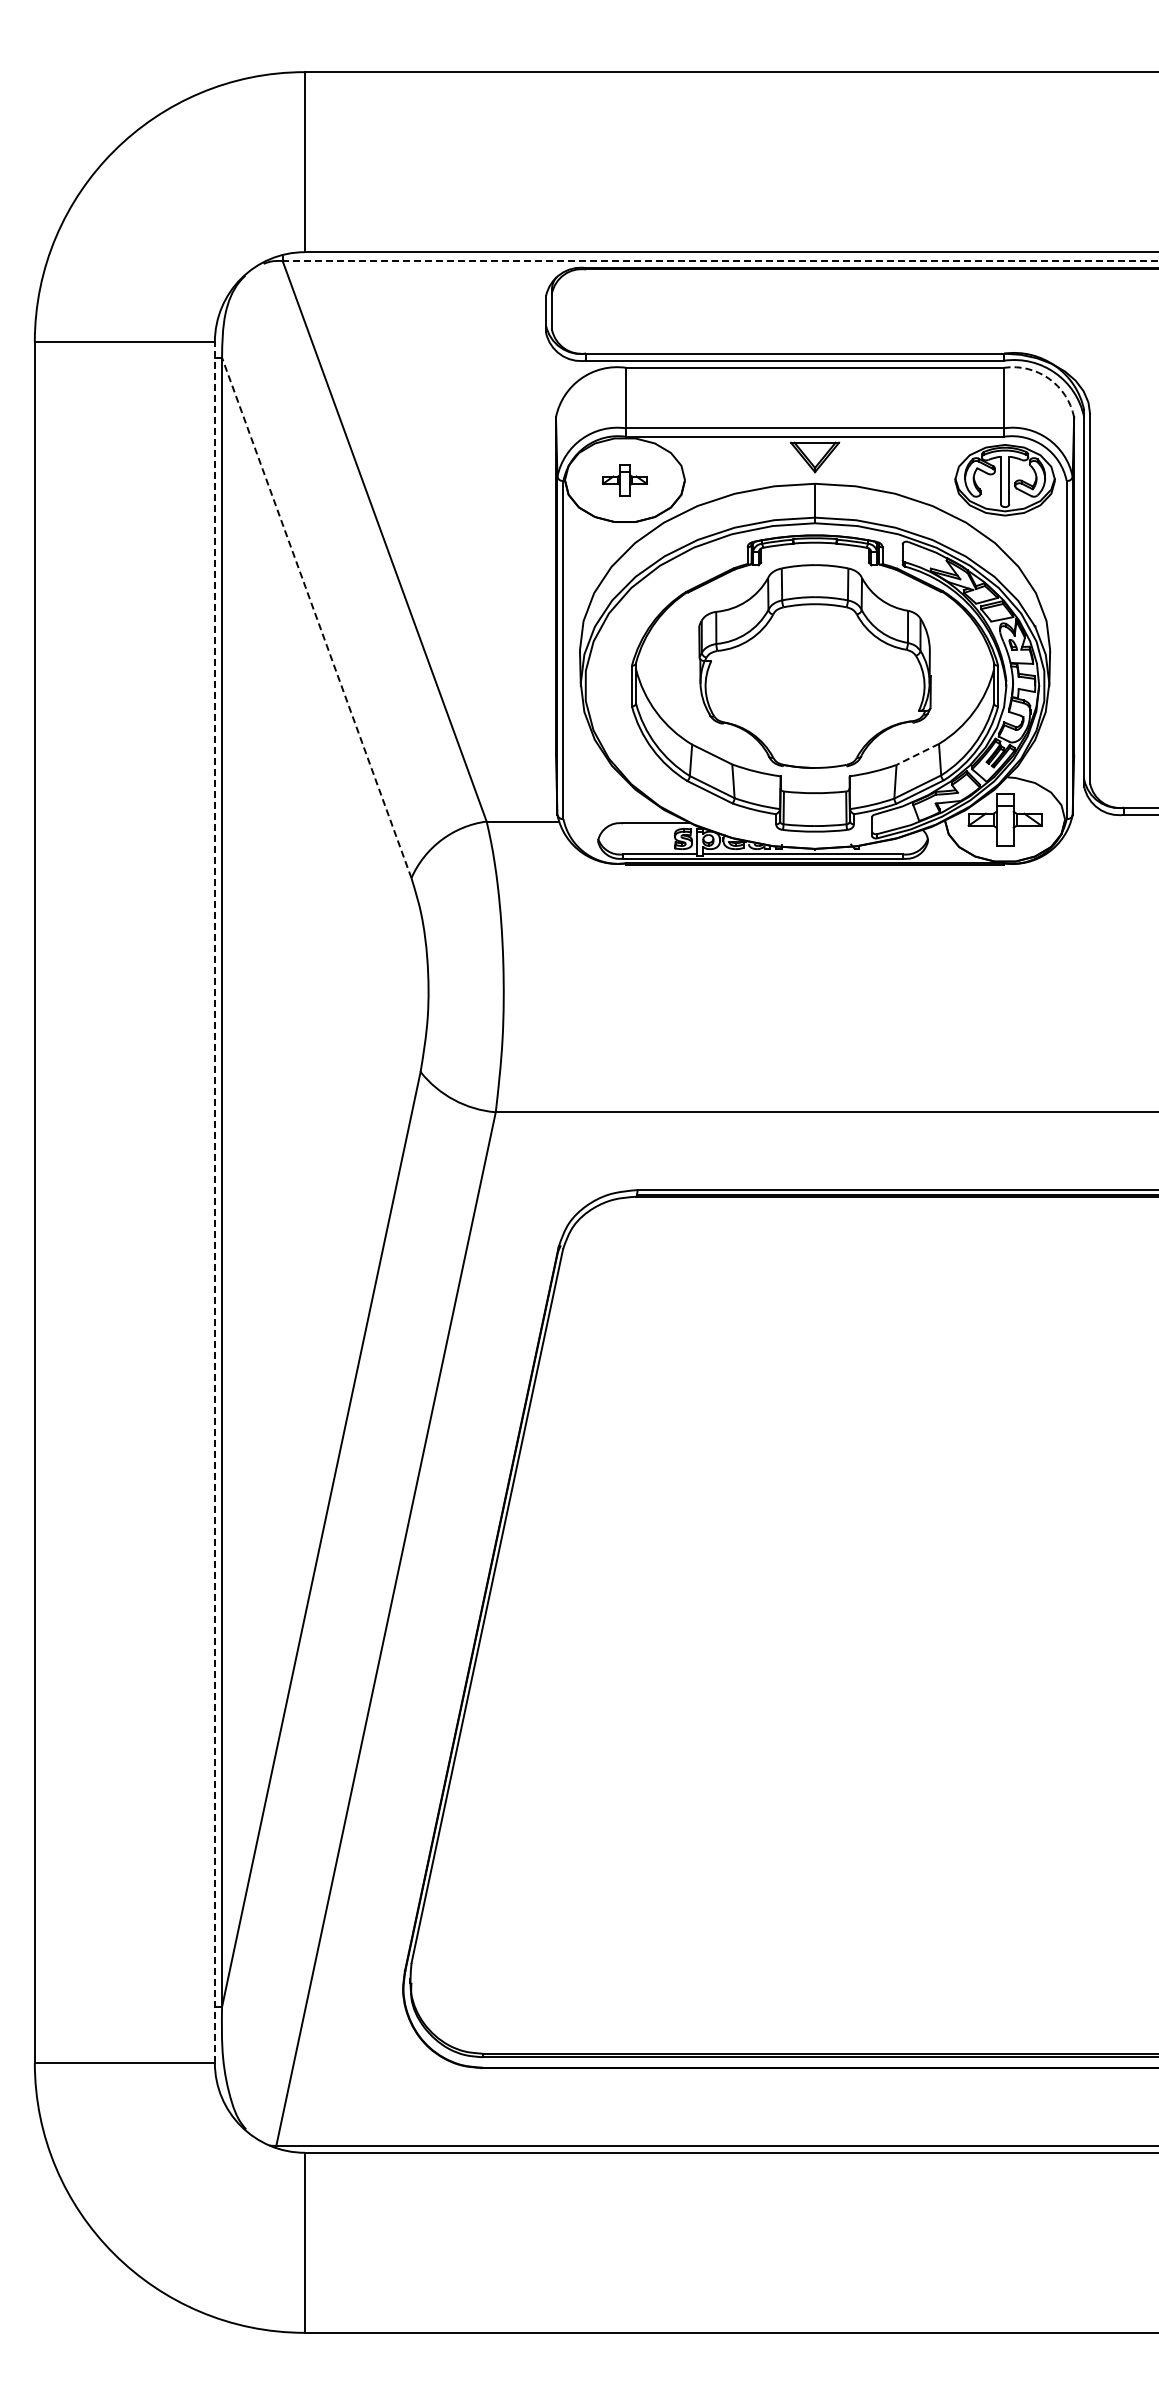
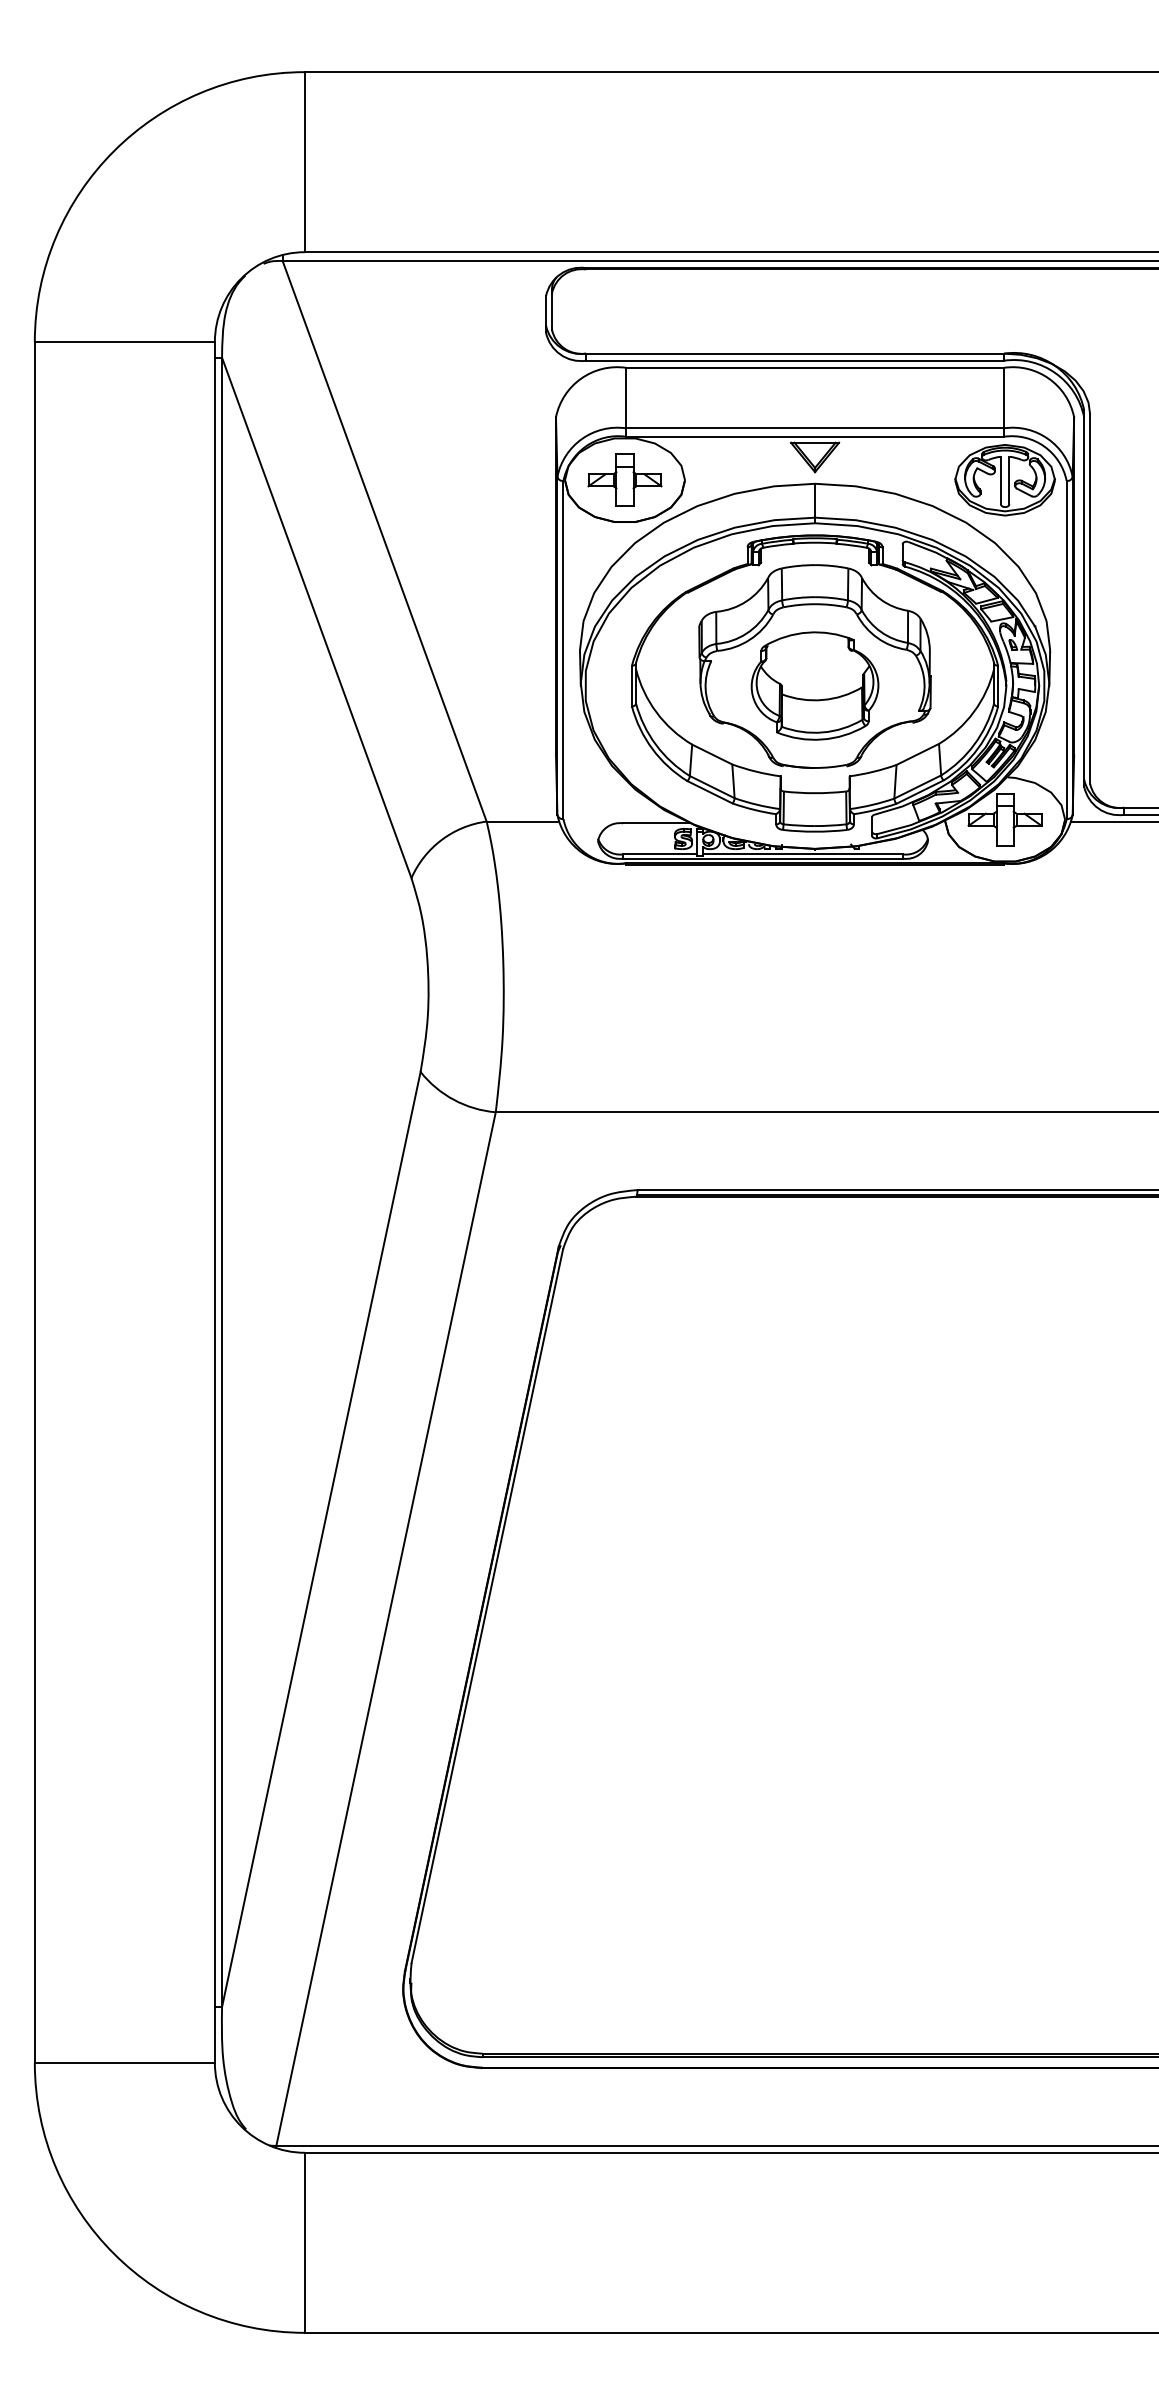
line at (720, 260): dashed -> solid
arc at (1048, 378): dashed -> solid
part at (624, 480) size: 46x33 px -> 76x54 px
line at (316, 617): dashed -> solid
part at (814, 685): none -> present
line at (917, 754): dashed -> solid
line at (1113, 821): none -> present
line at (214, 1201): dashed -> solid
